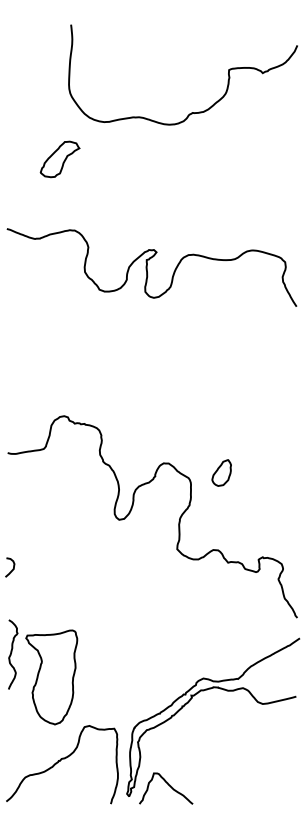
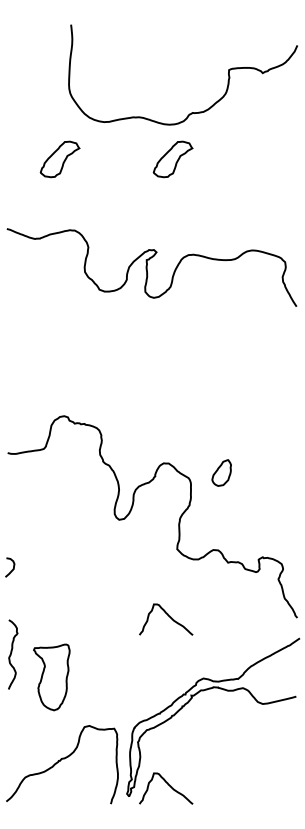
part at (172, 159): none -> present
curve at (168, 616): none -> present
part at (51, 677) size: 54x97 px -> 38x69 px
